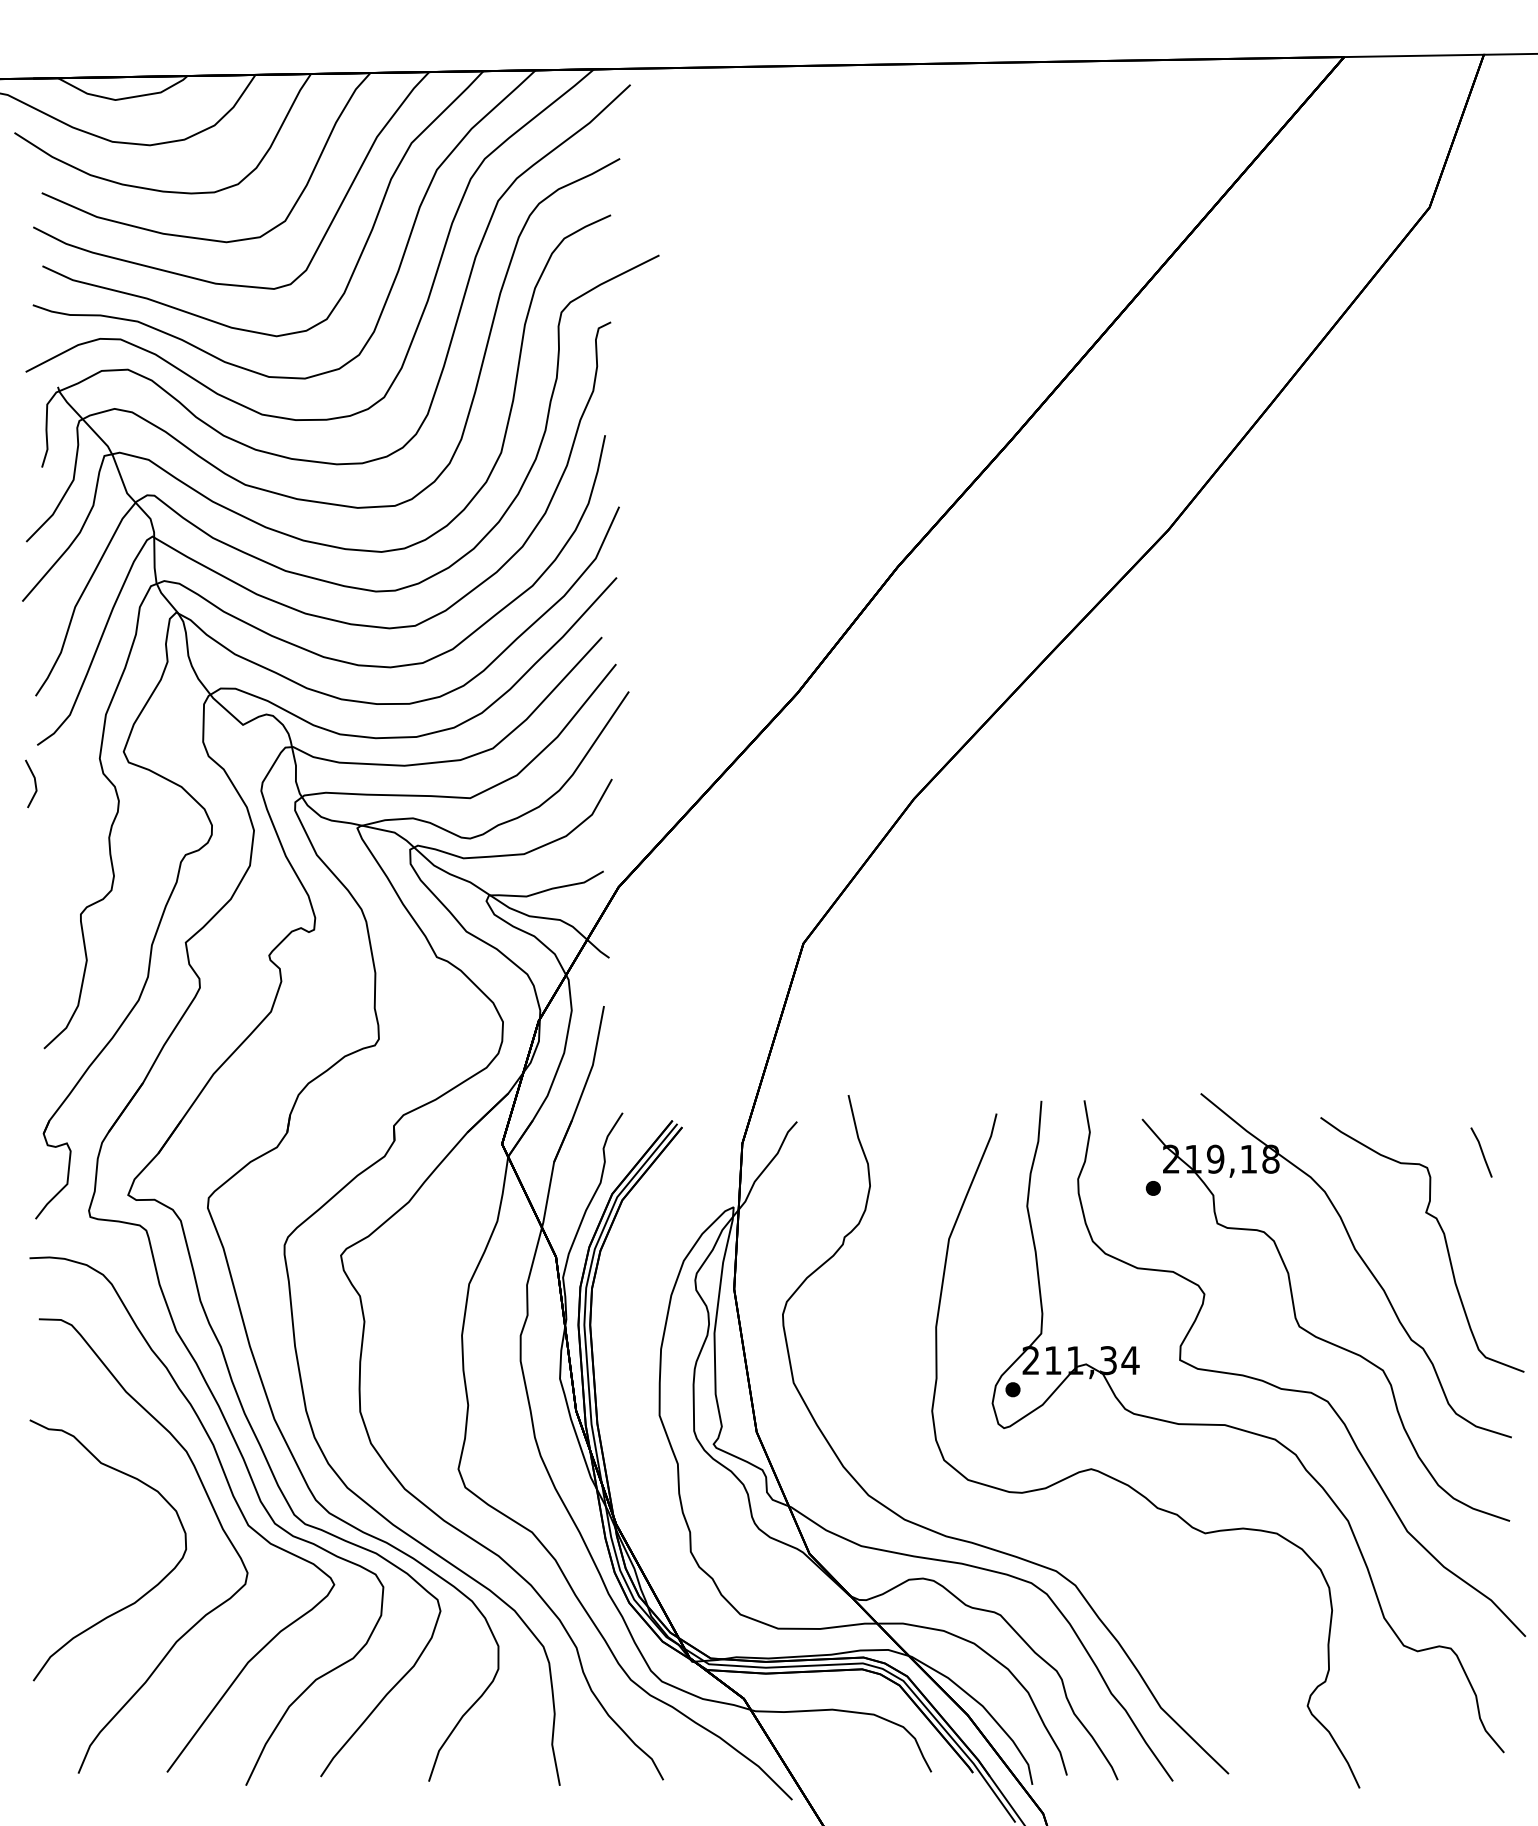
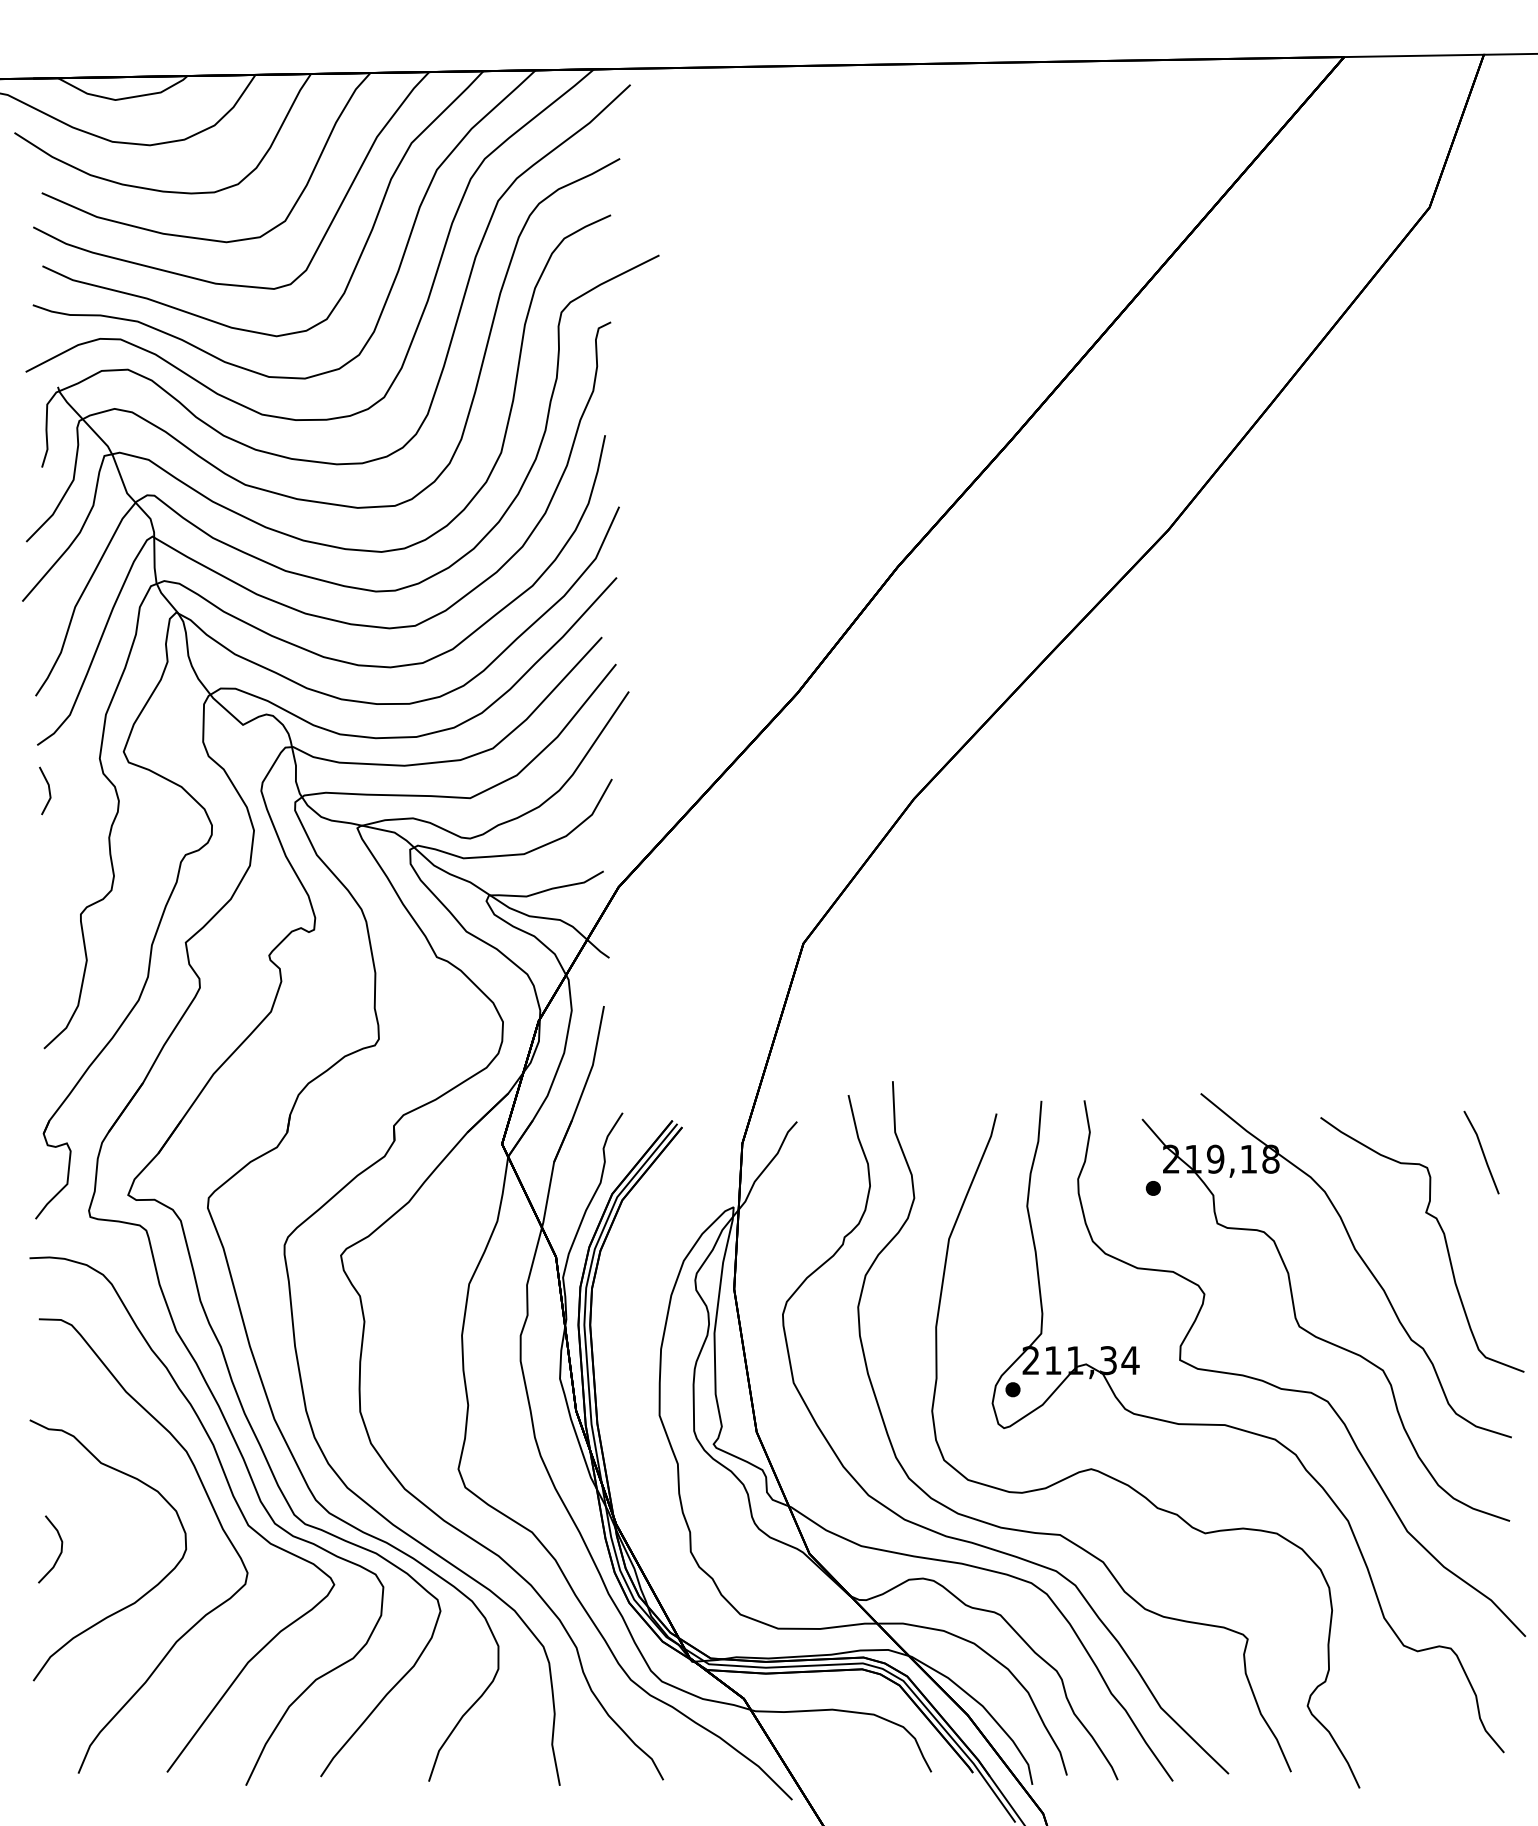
line at (34, 783) position: (34, 783) -> (48, 790)
part at (1481, 1152) size: 23x51 px -> 37x85 px
curve at (1057, 1533): none -> present
curve at (59, 1553): none -> present
